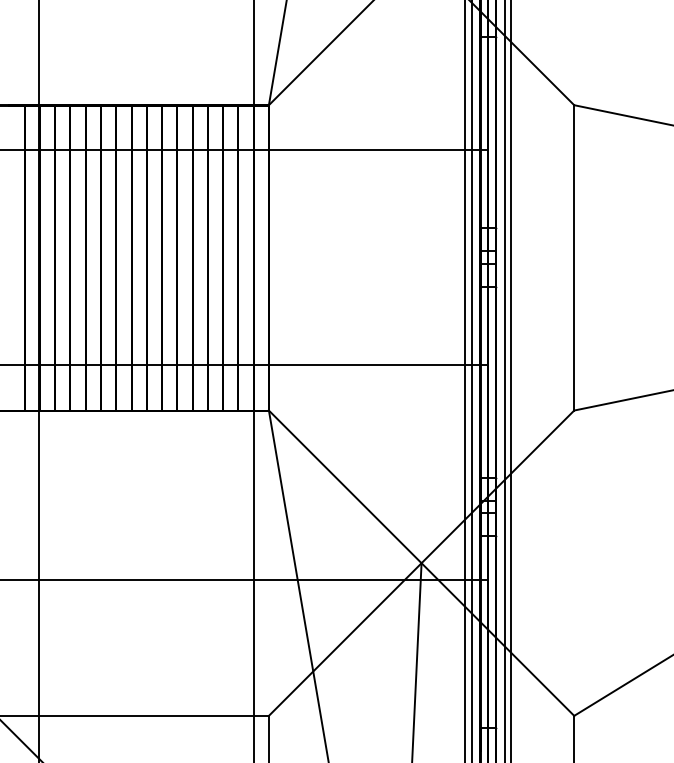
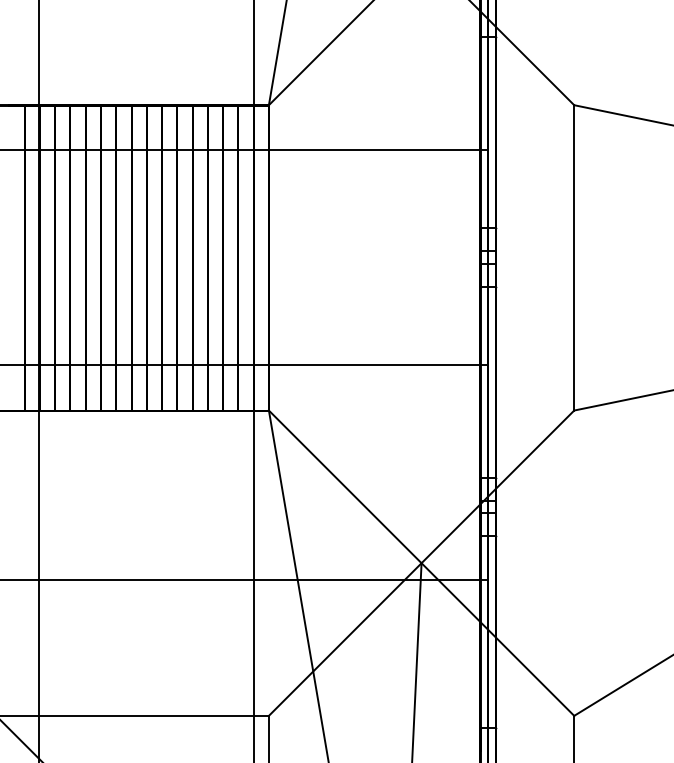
line at (465, 380): present -> none
line at (472, 380): present -> none
line at (504, 380): present -> none
line at (511, 380): present -> none
